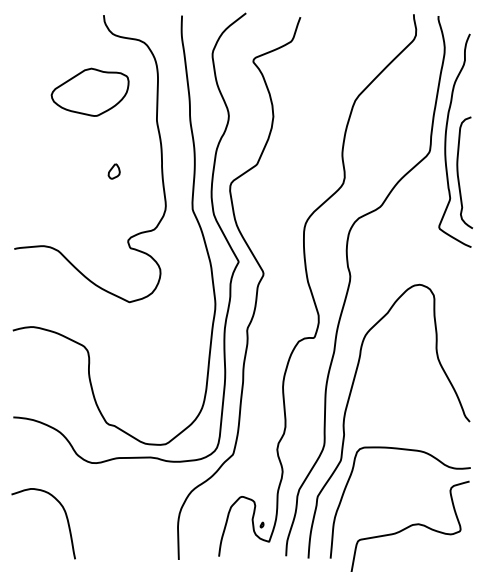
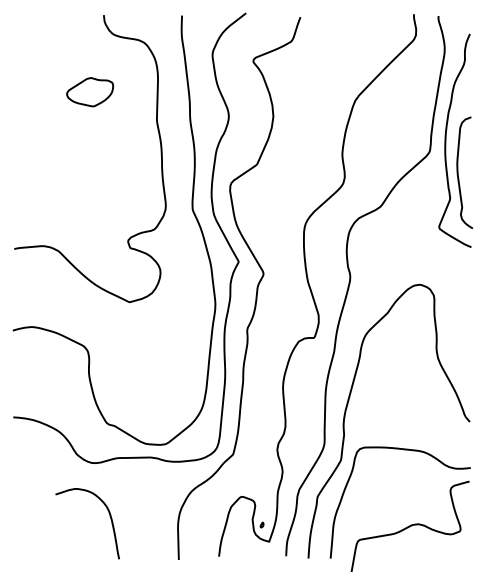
part at (89, 91) size: 80x50 px -> 49x31 px
part at (113, 171): present -> none
curve at (65, 516) position: (65, 516) -> (109, 516)
